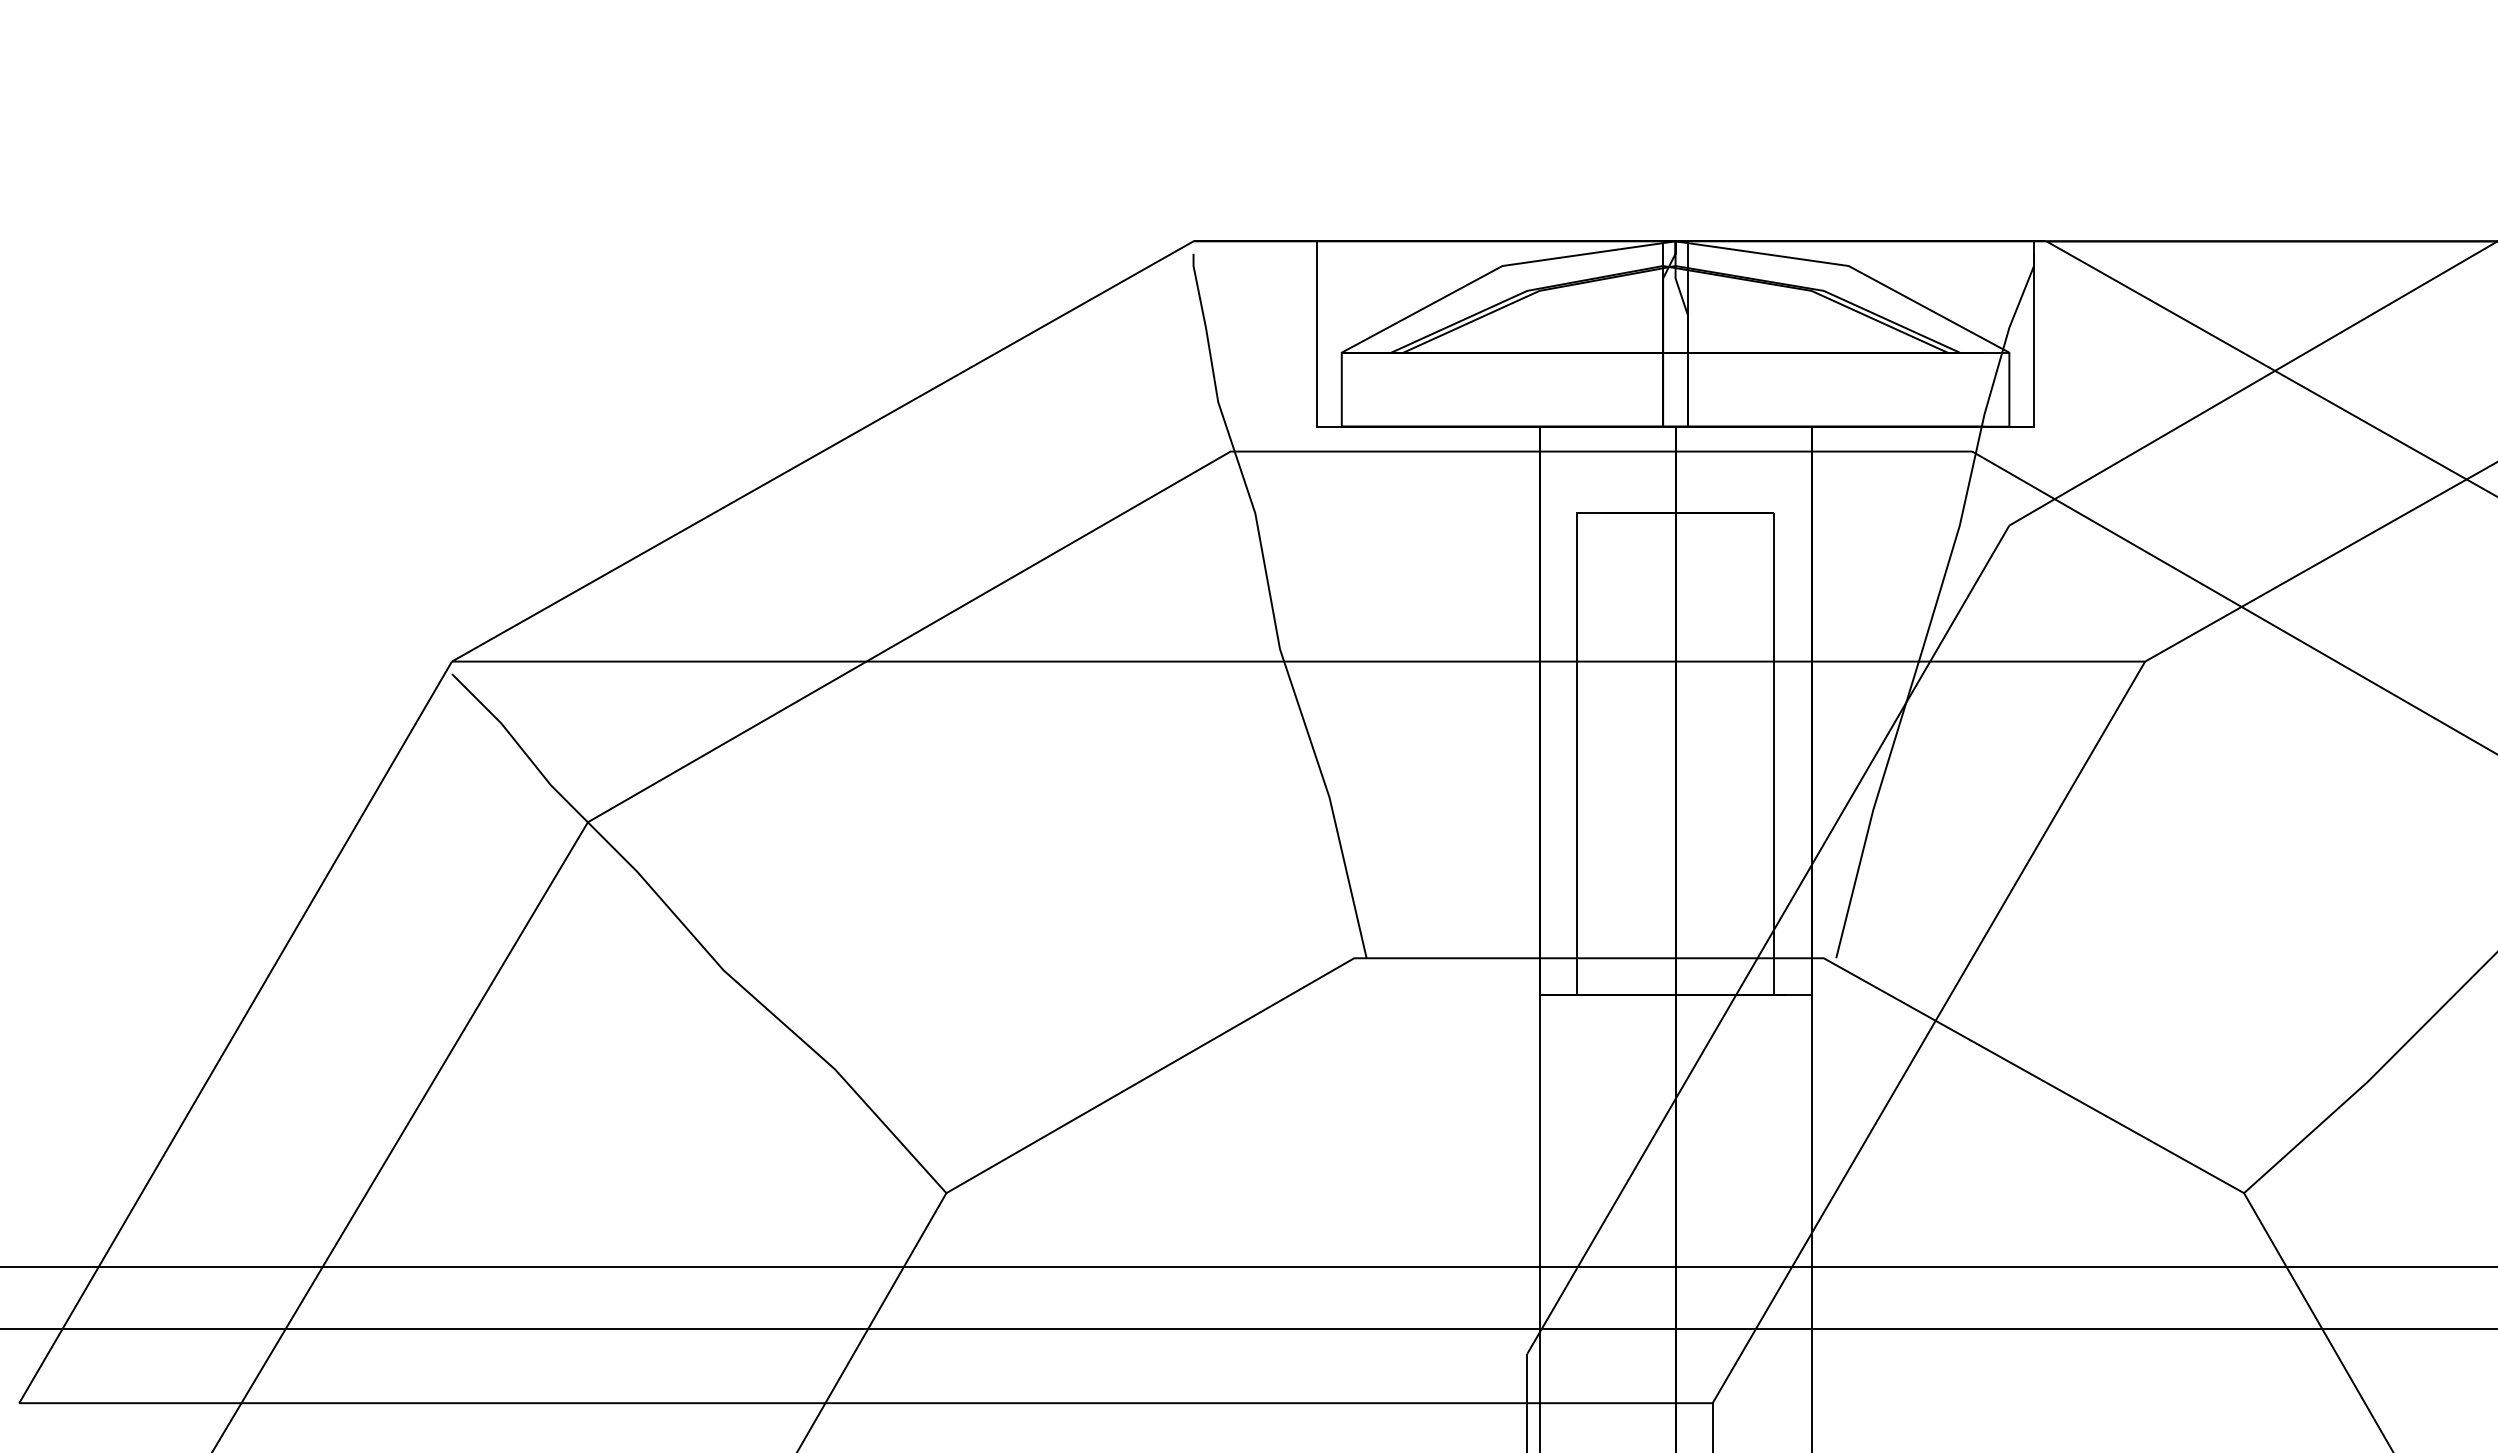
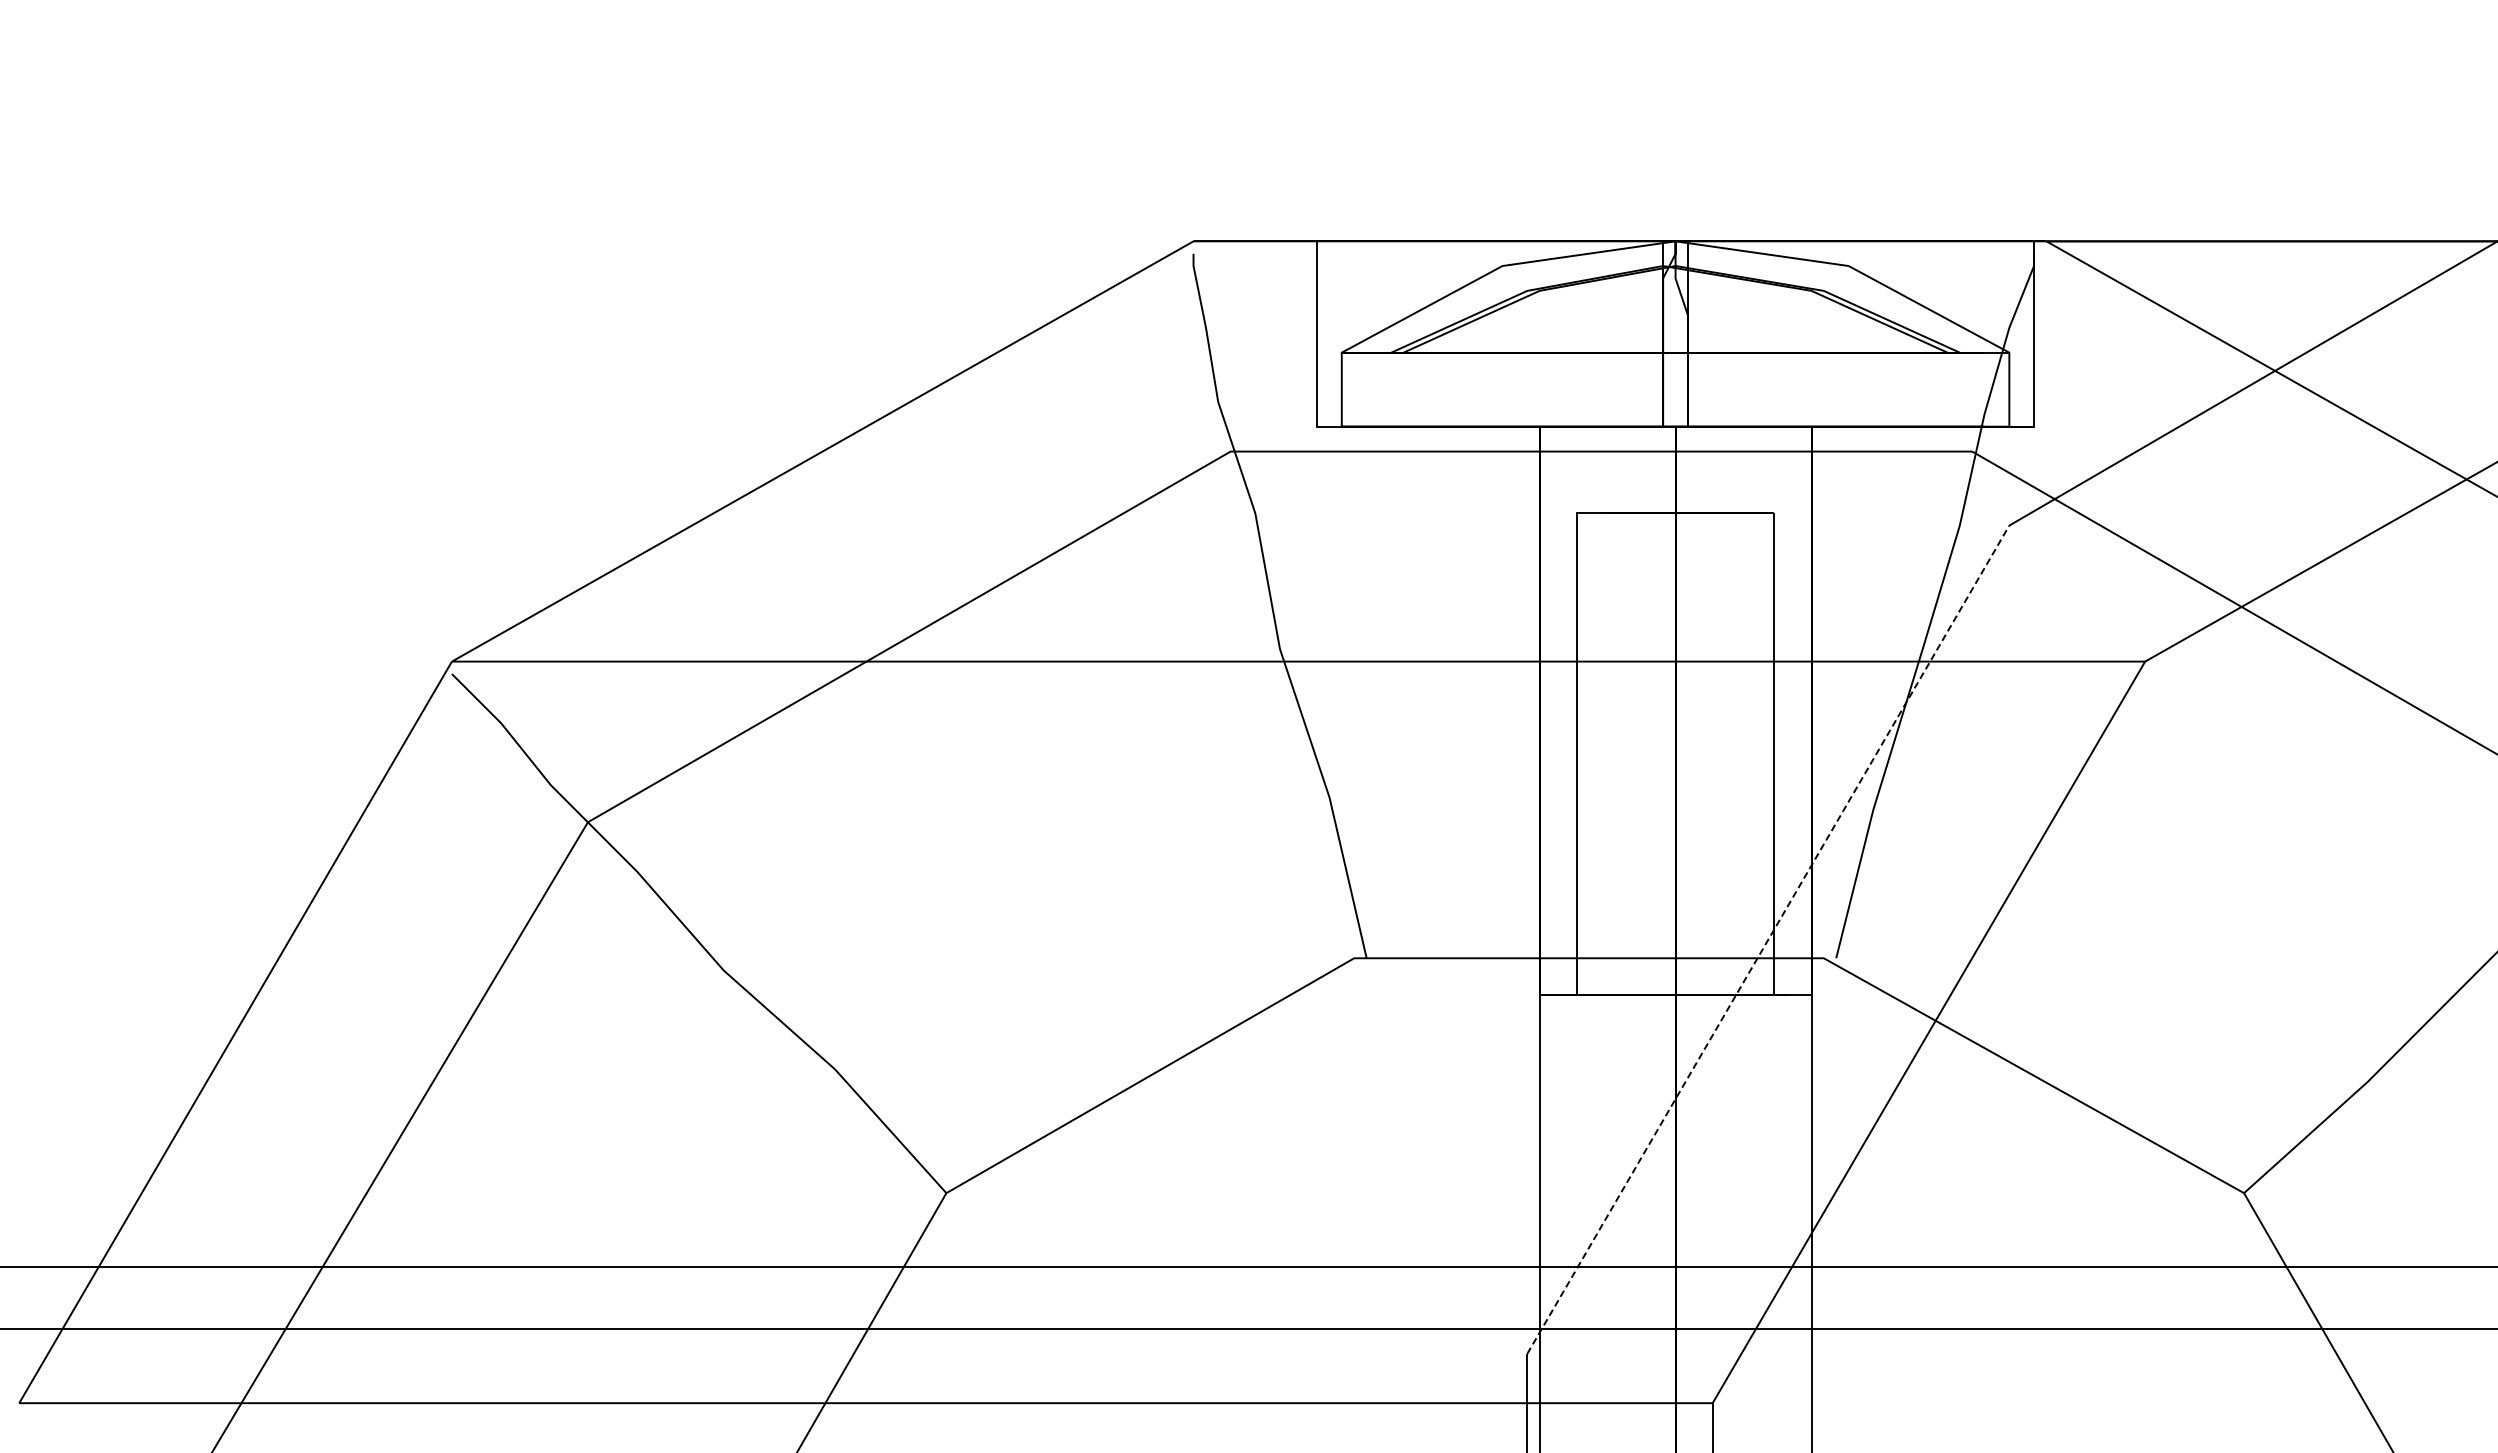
line at (1768, 939): solid -> dashed
